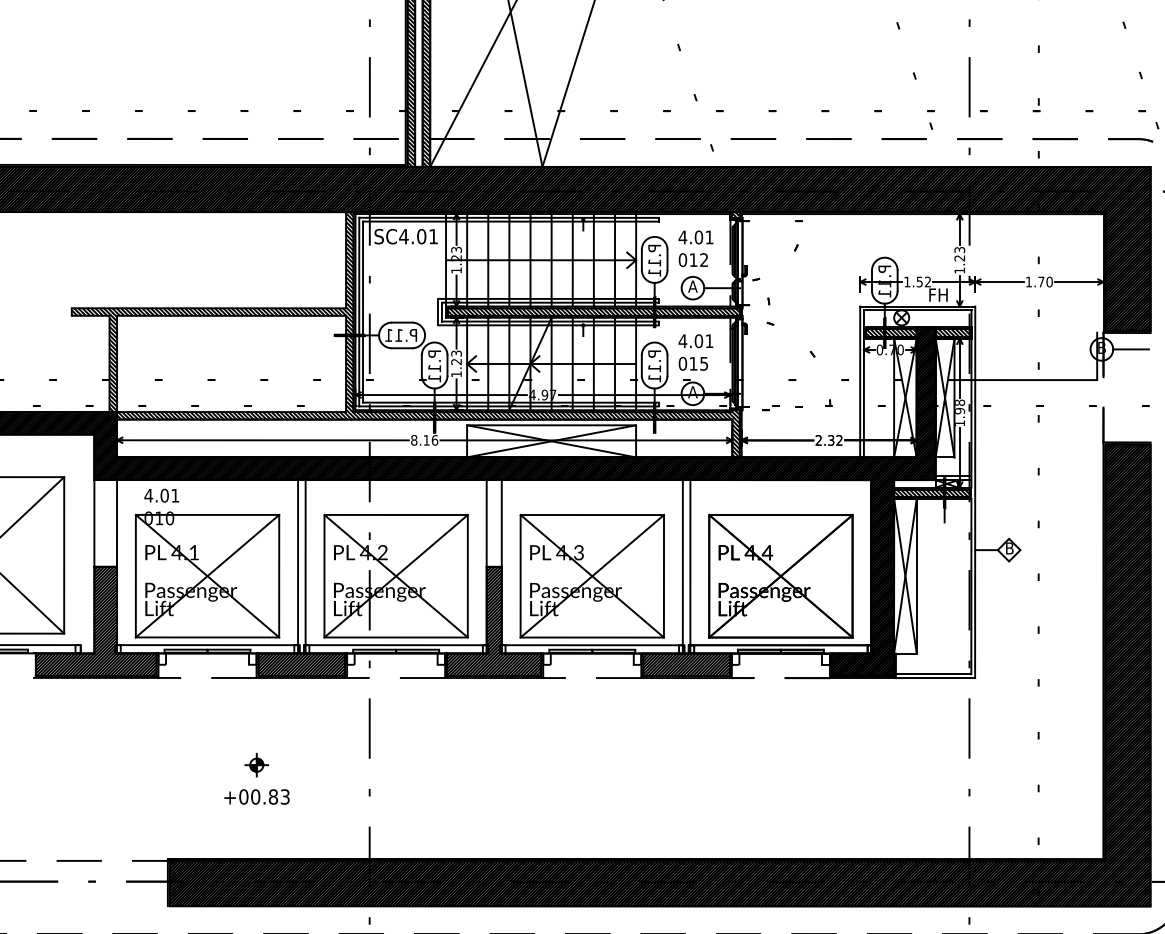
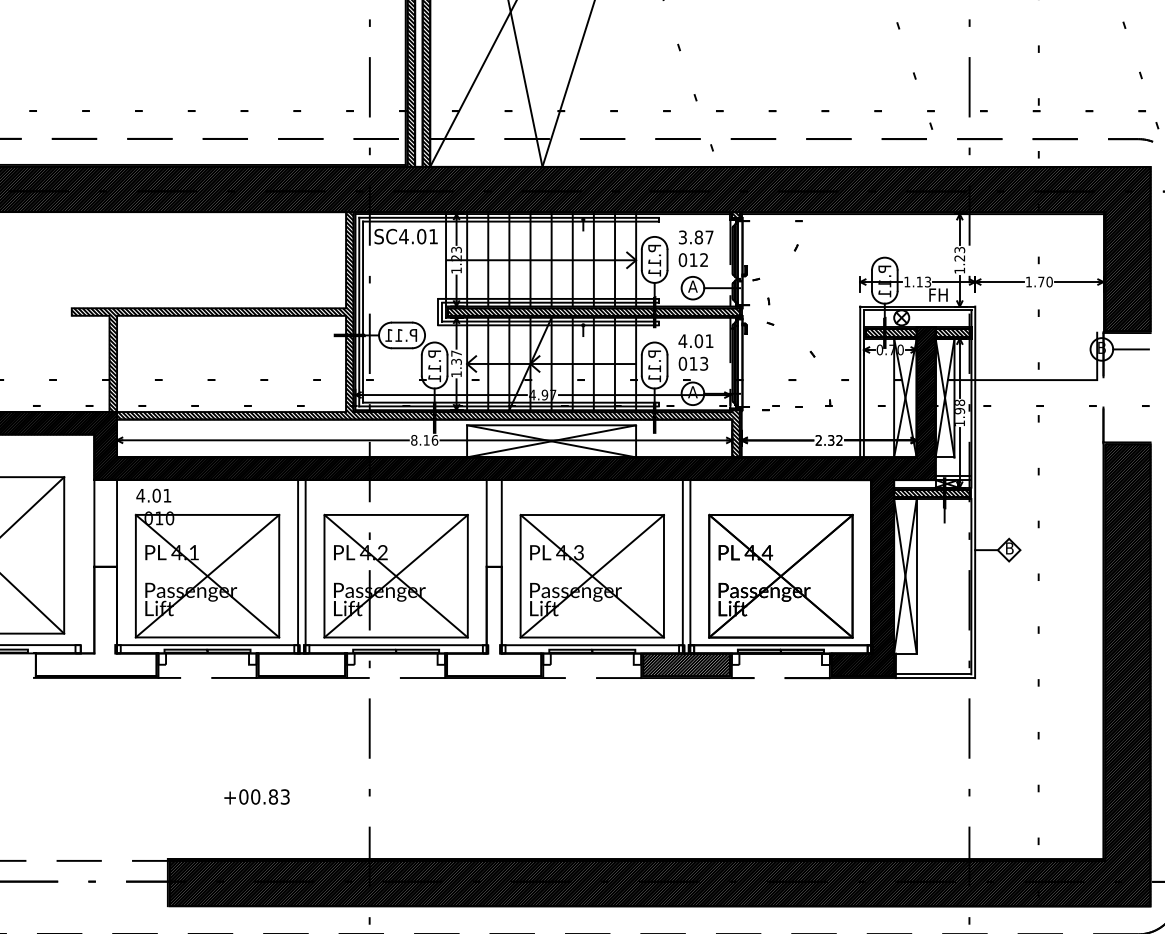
text at (695, 237): 4.01 -> 3.87
text at (923, 281): 1.52 -> 1.13
text at (456, 357): 1.23 -> 1.37
text at (704, 362): 015 -> 013
text at (161, 495) position: (161, 495) -> (153, 495)
hatch at (95, 621): present -> none
hatch at (494, 621): present -> none
hatch at (301, 664): present -> none
part at (256, 765): present -> none
